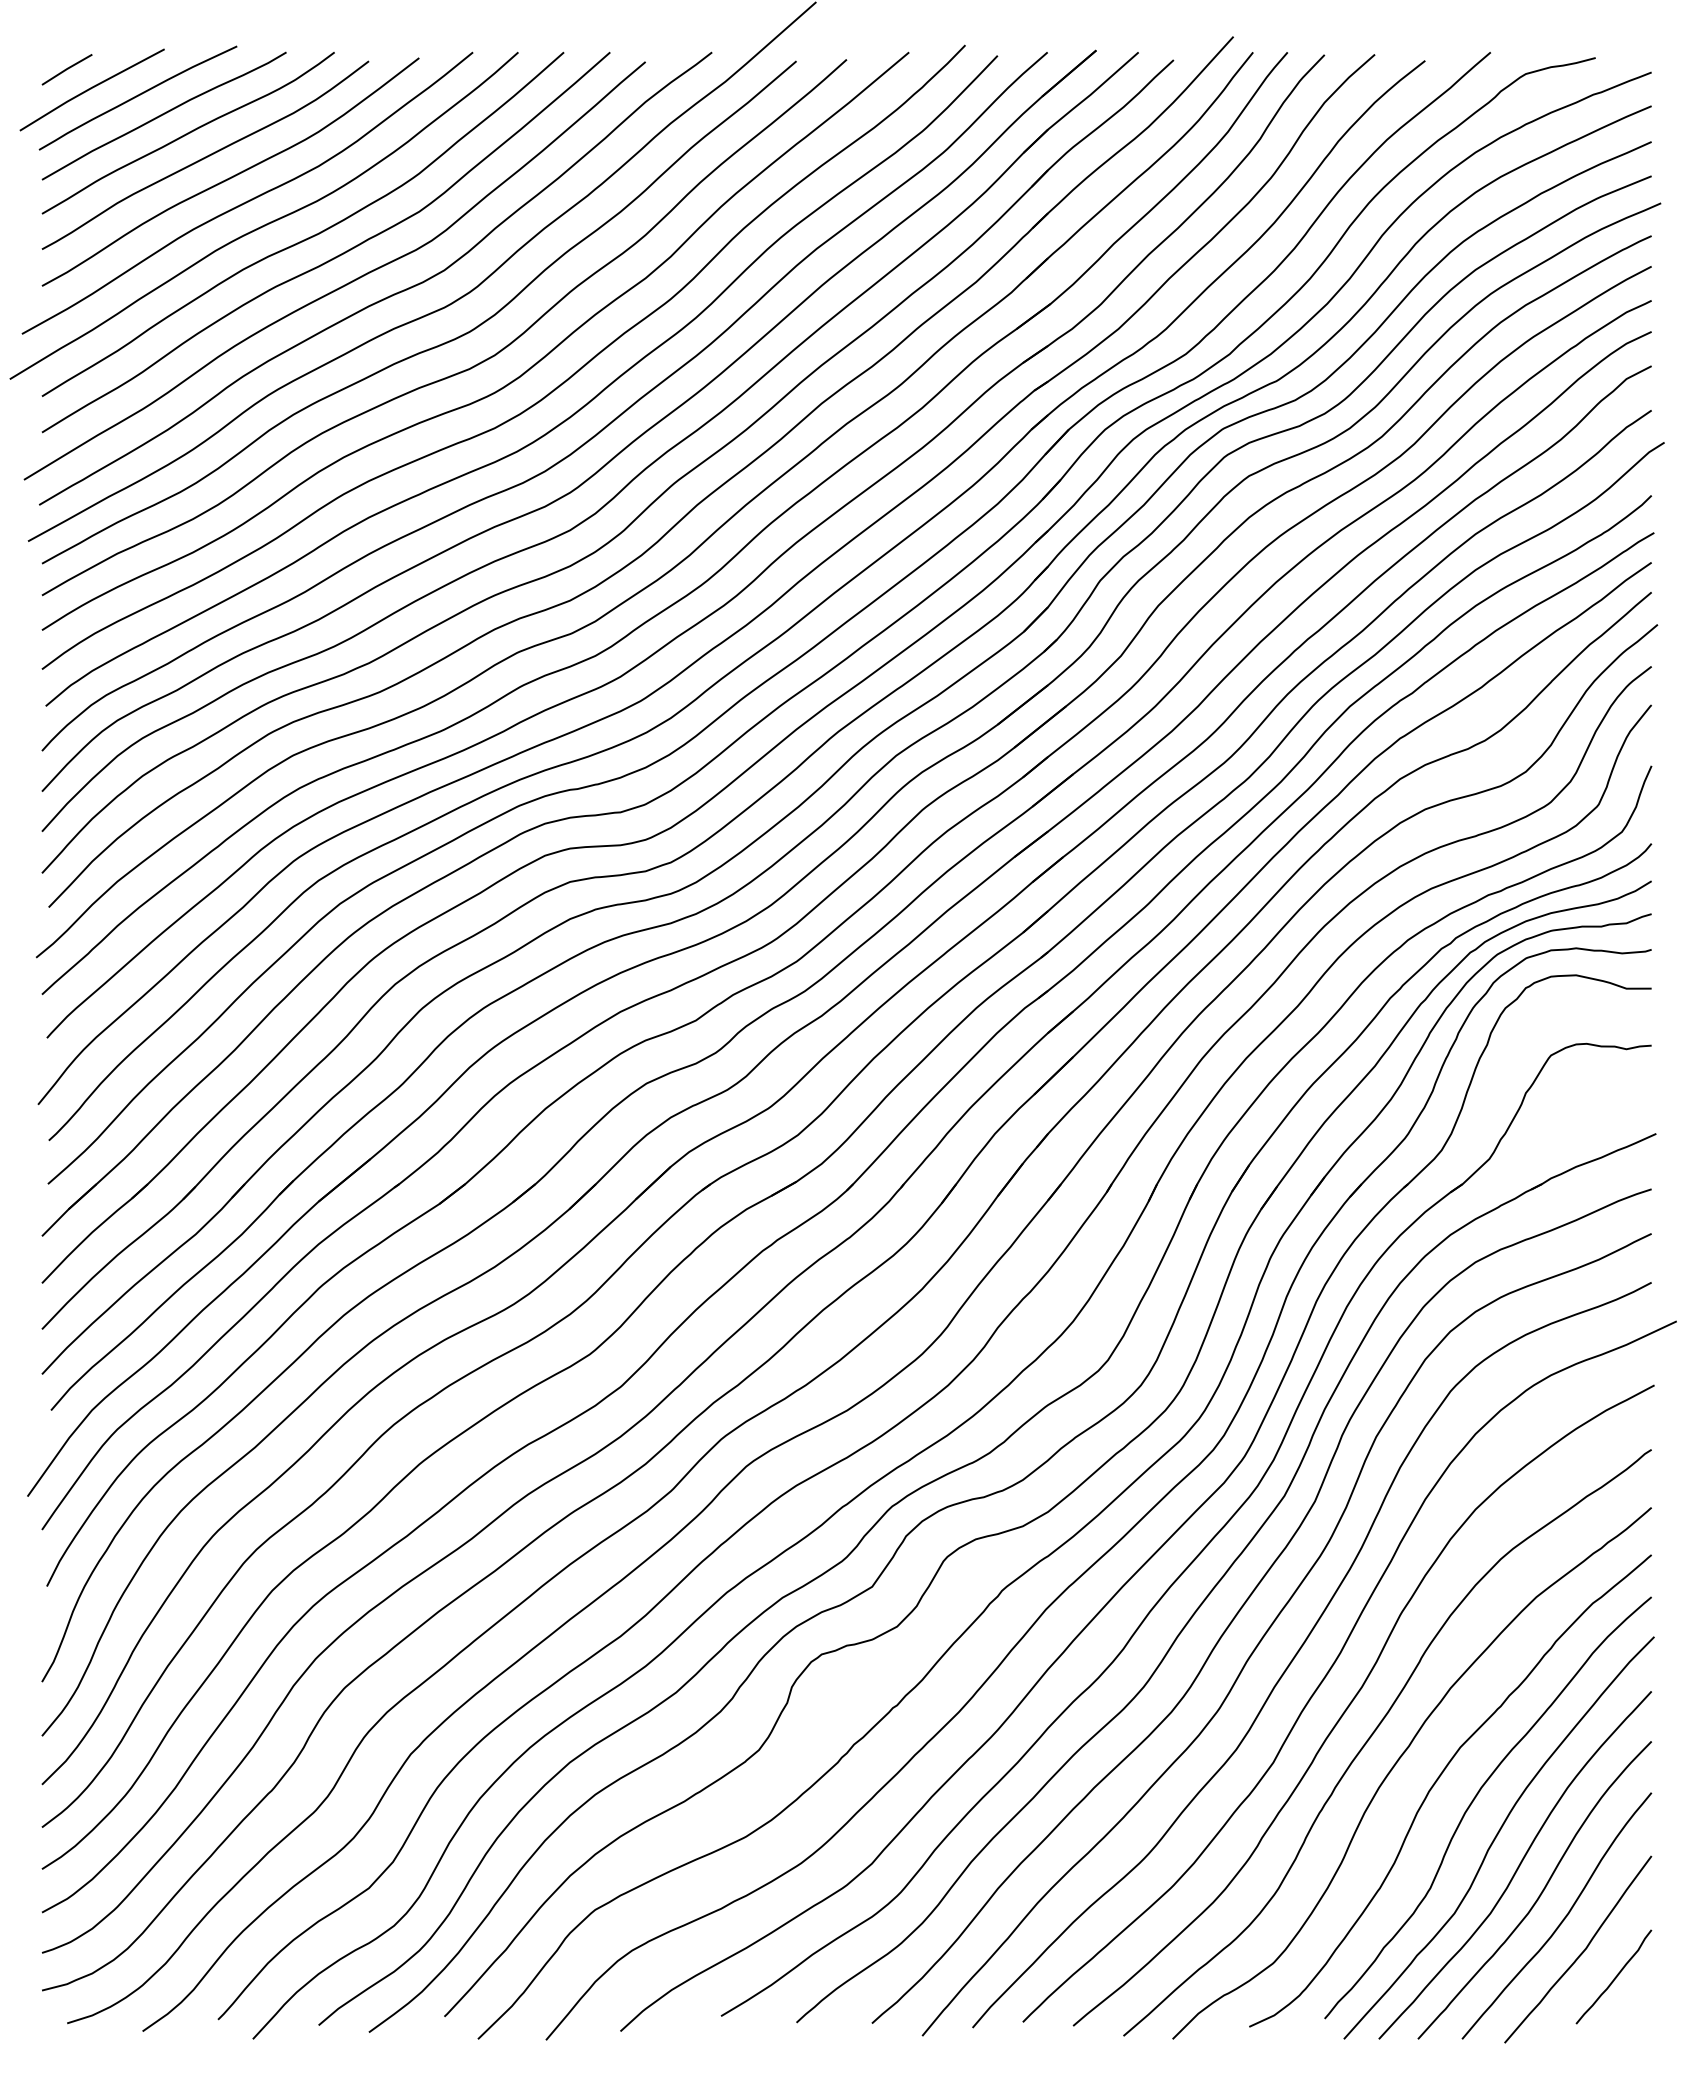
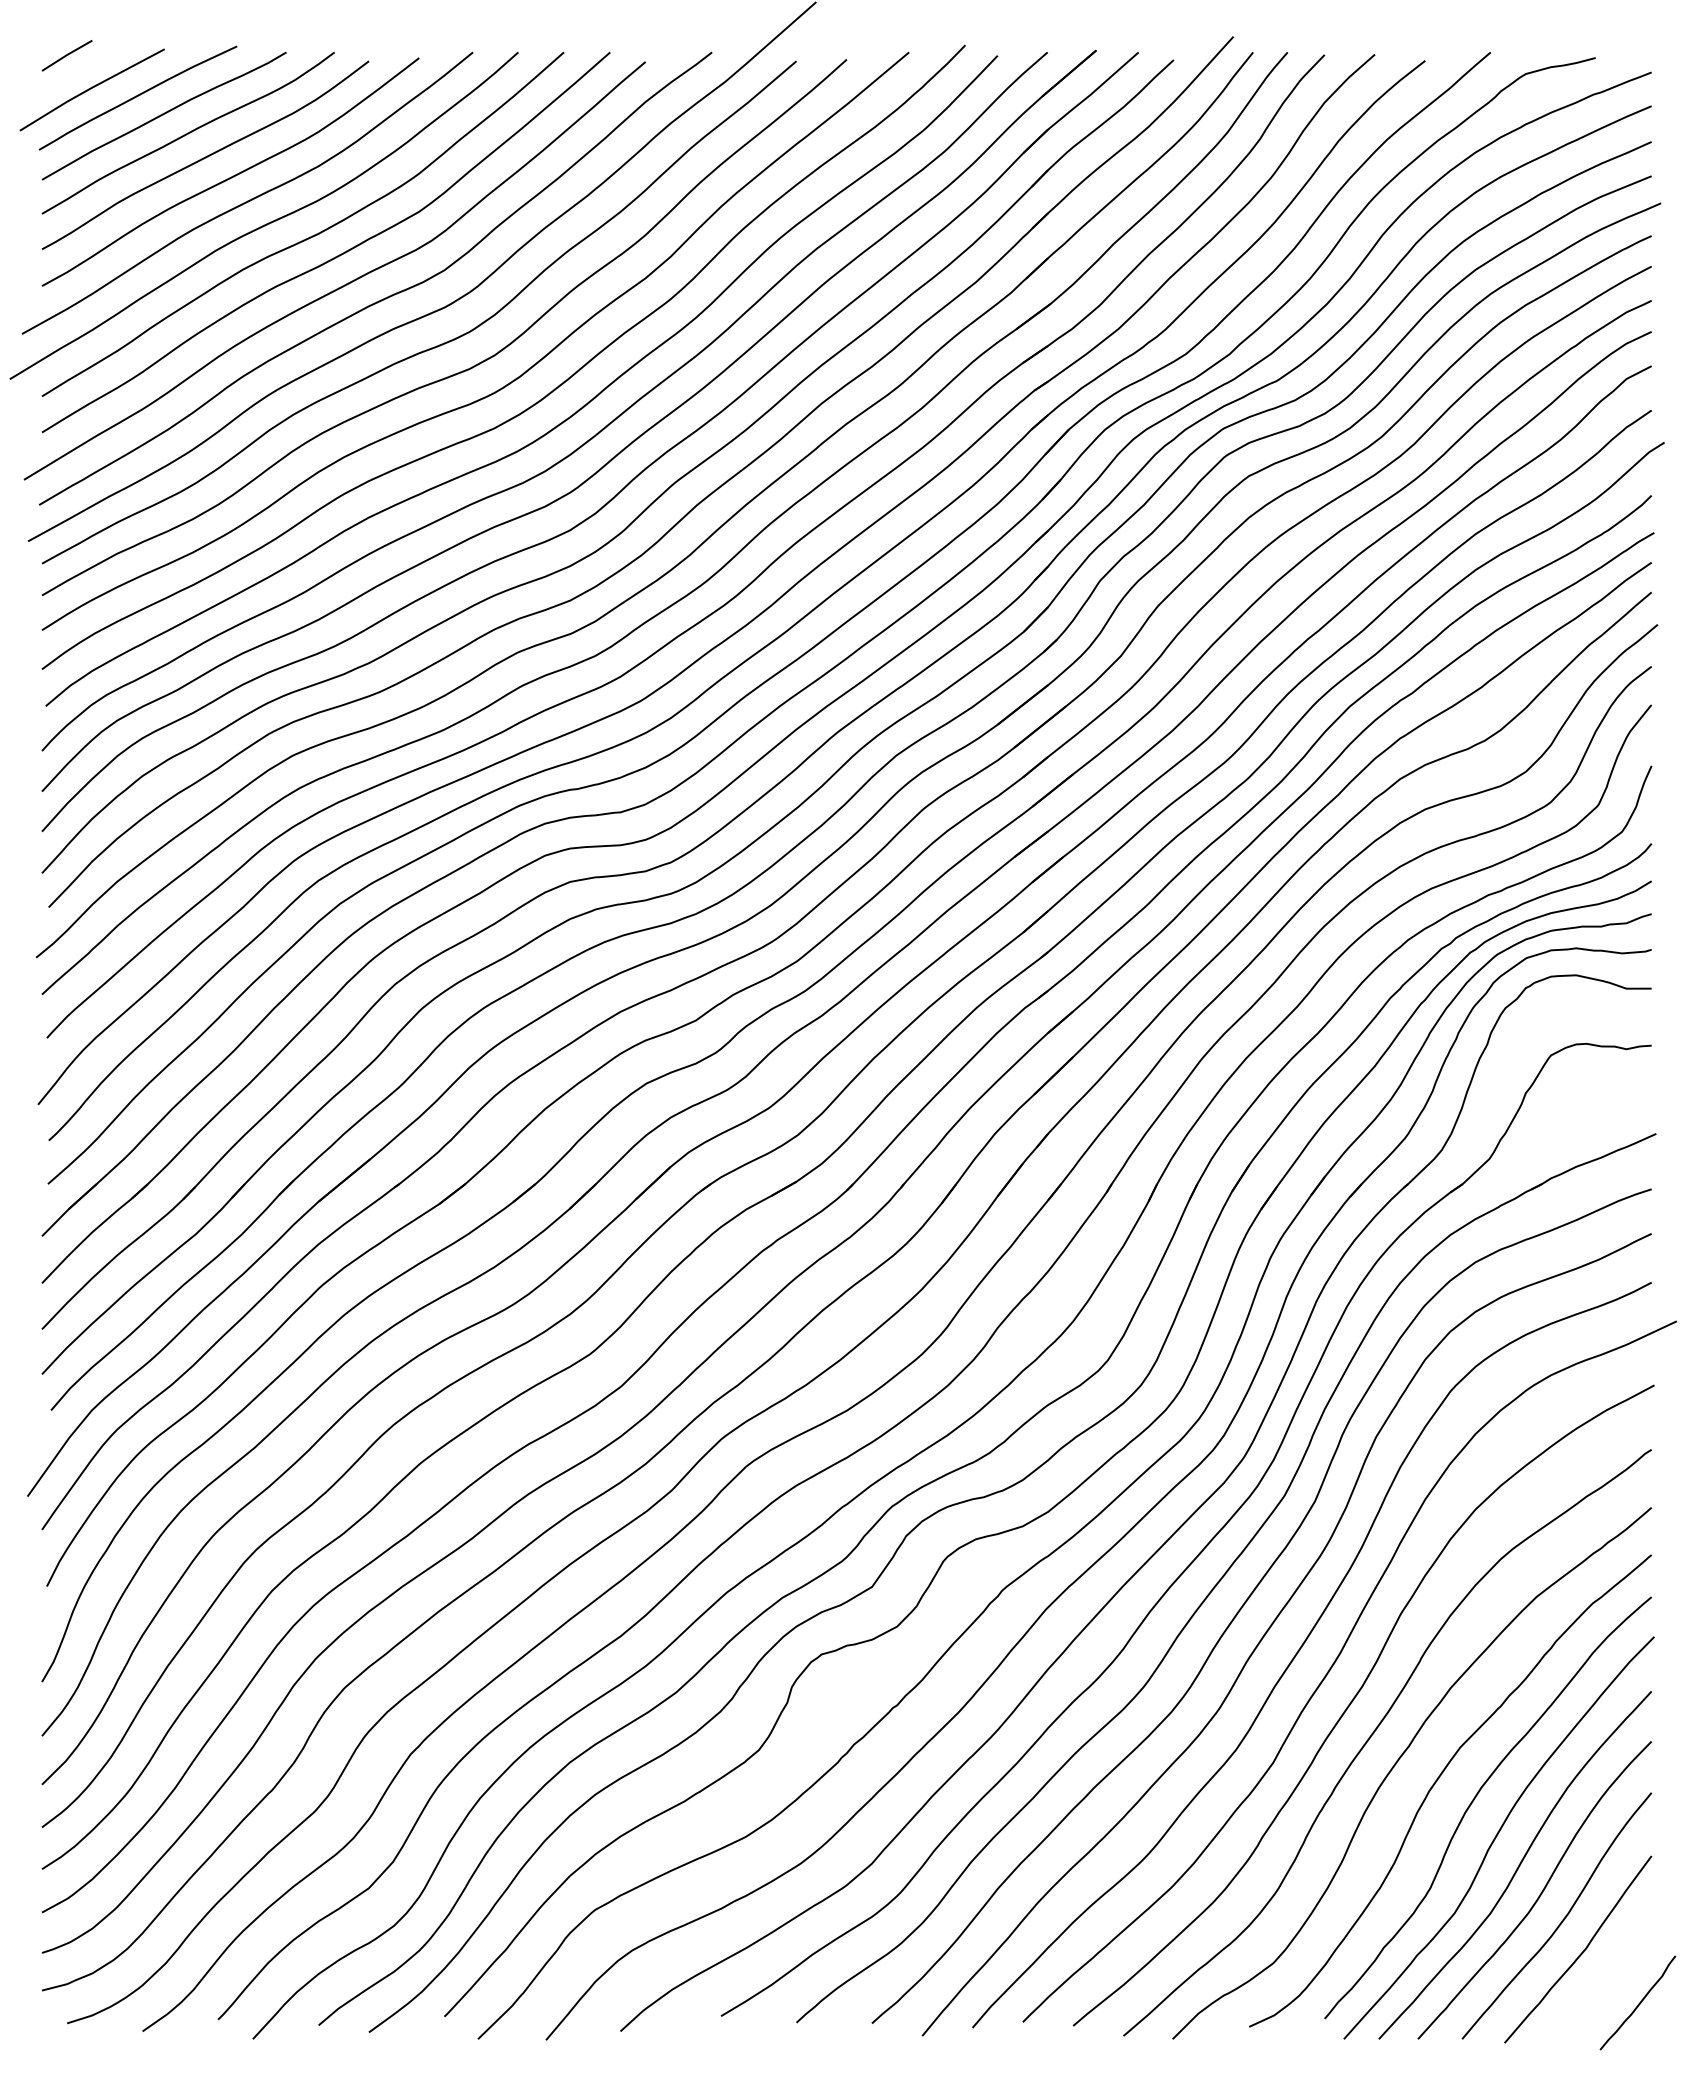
line at (66, 69) position: (66, 69) -> (66, 55)
curve at (1614, 1977) position: (1614, 1977) -> (1638, 2003)
